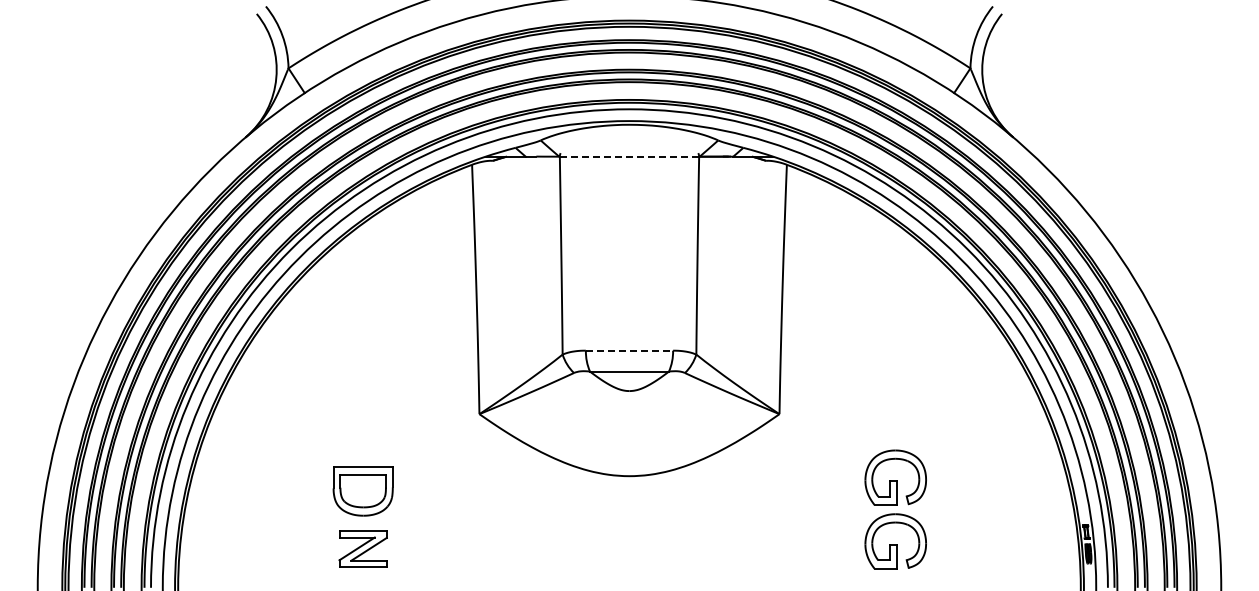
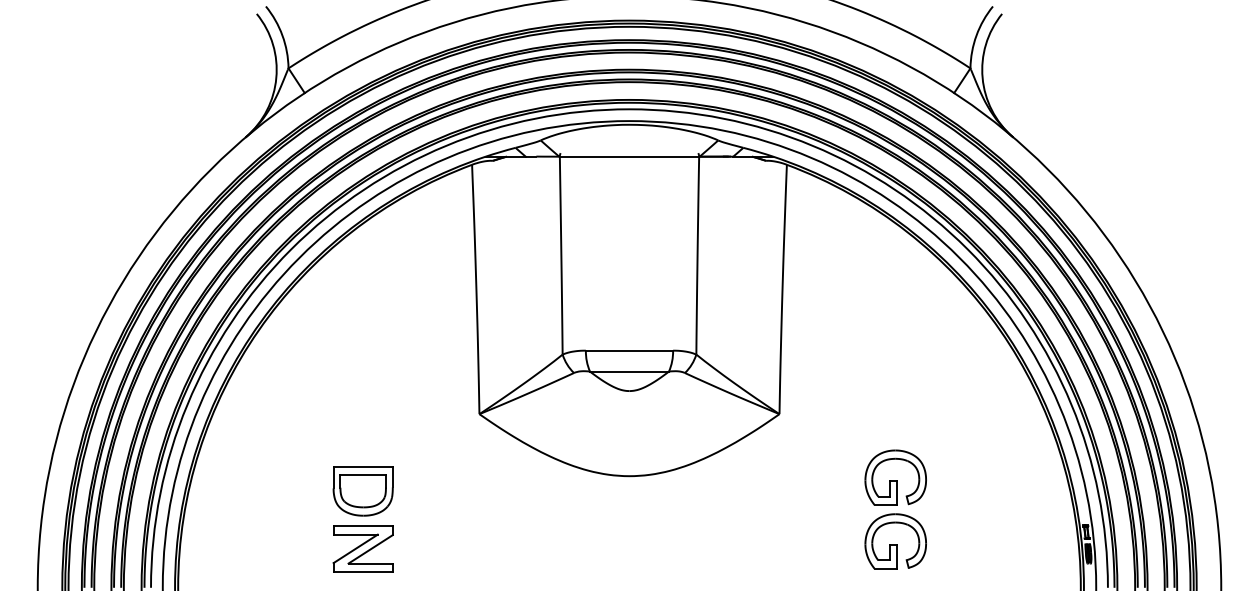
line at (629, 156): dashed -> solid
line at (629, 350): dashed -> solid
part at (362, 548) size: 50x38 px -> 62x48 px
